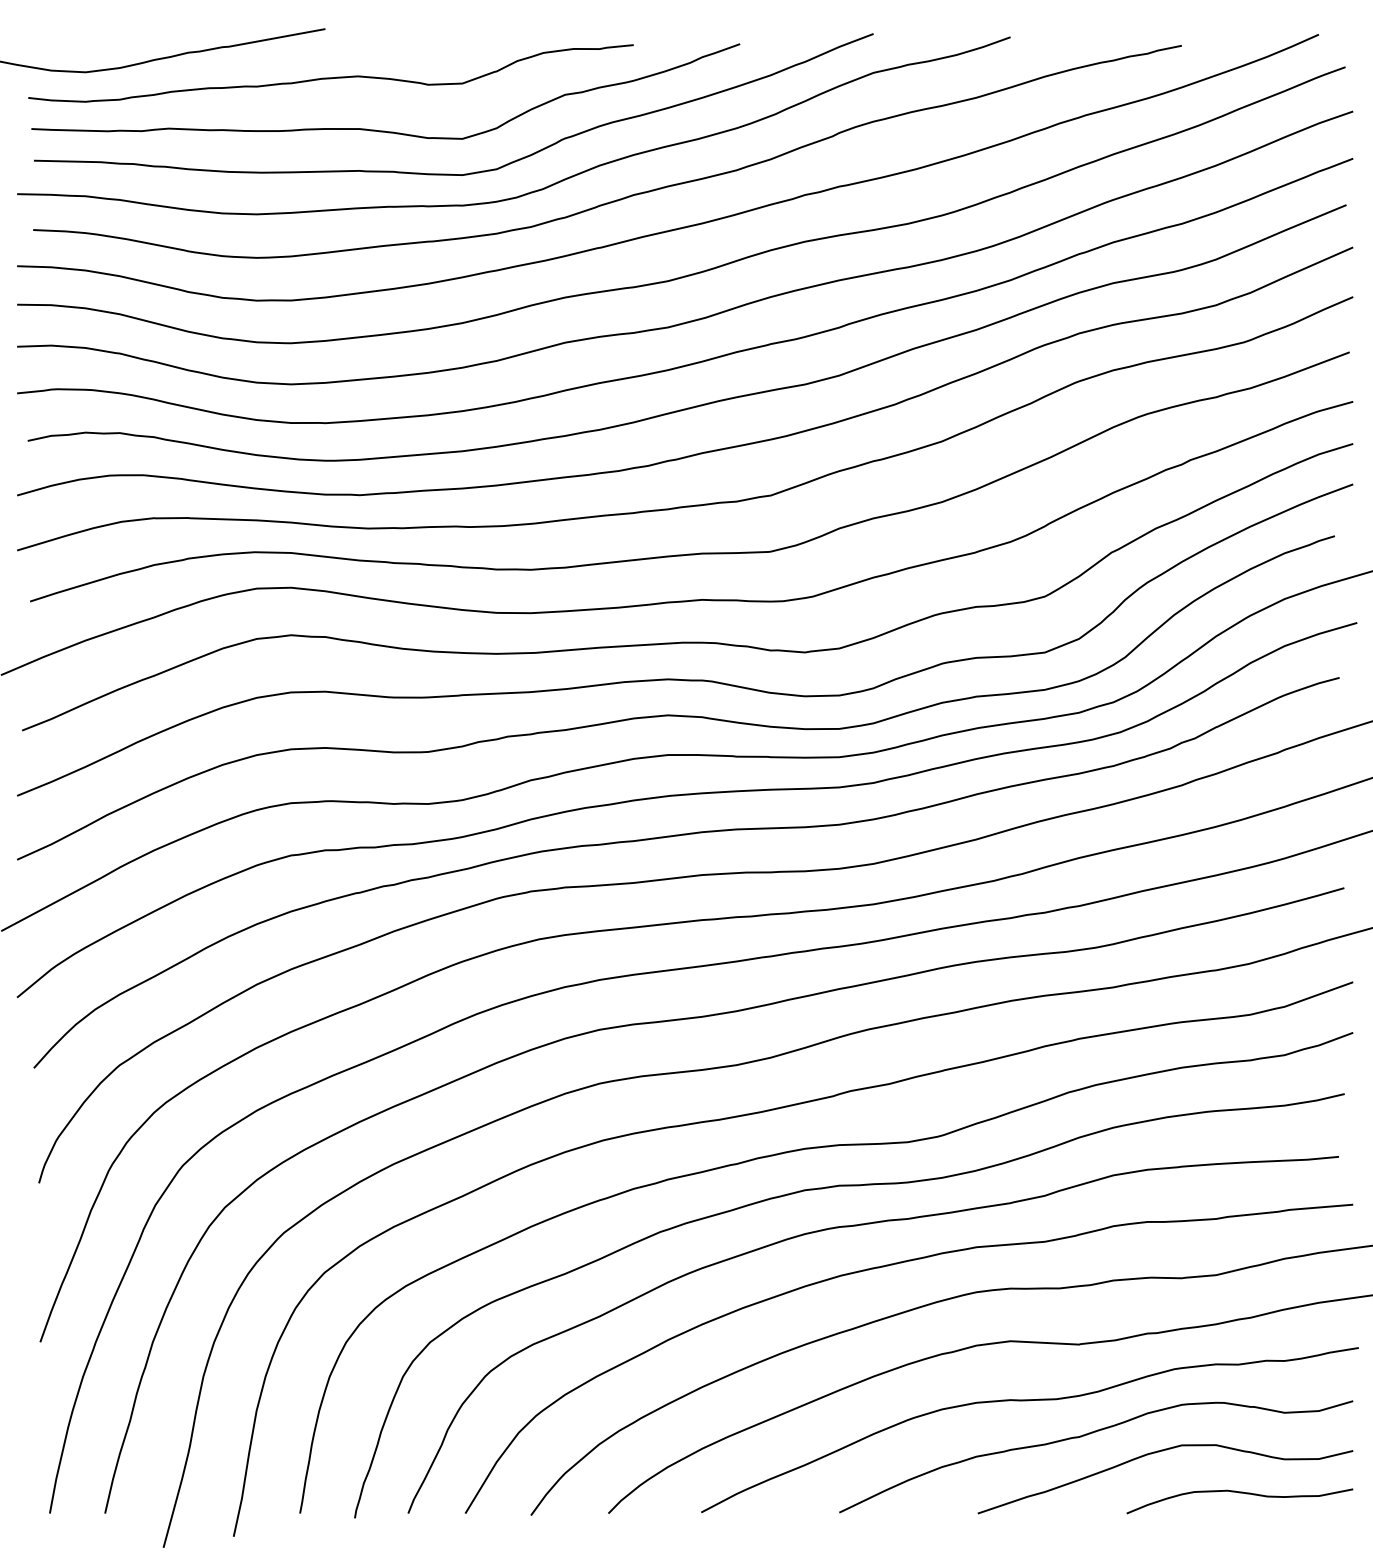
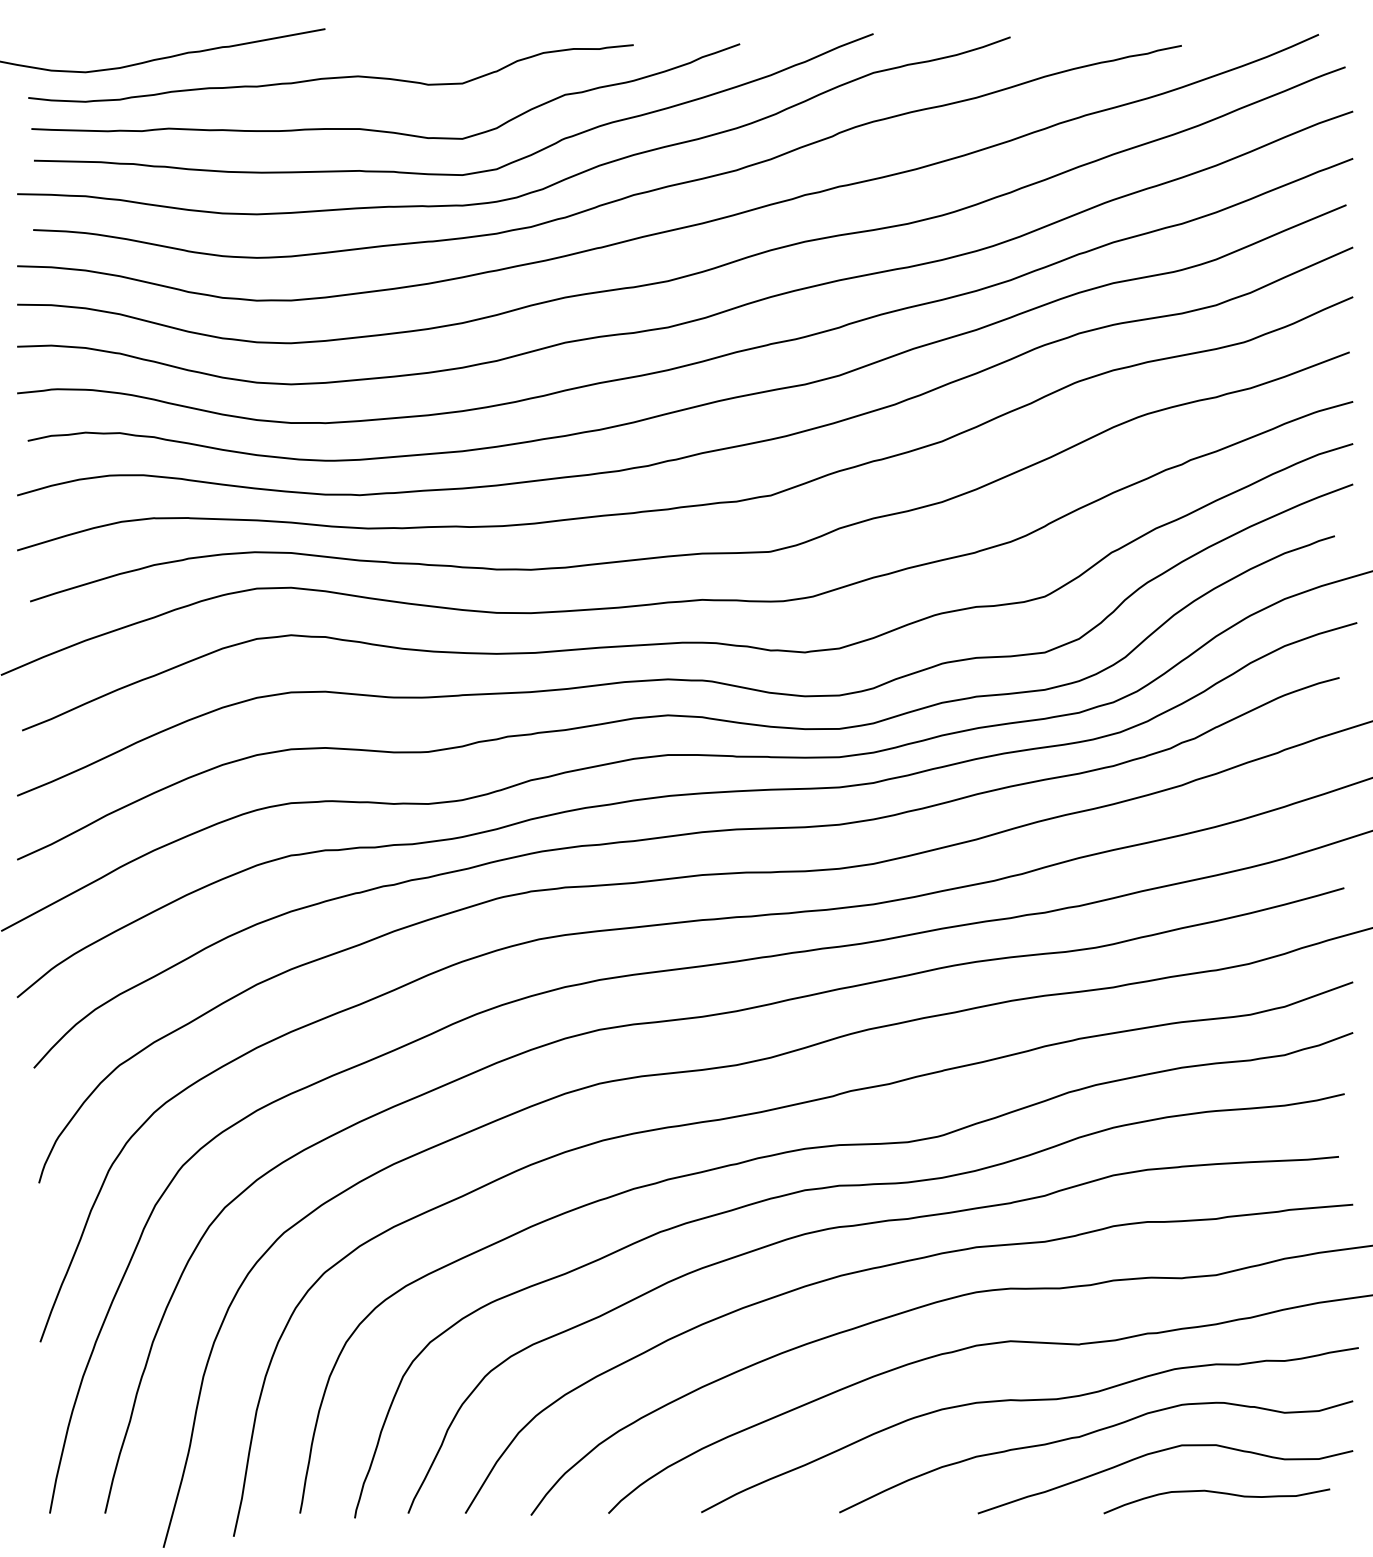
curve at (1239, 1493) position: (1239, 1493) -> (1216, 1493)
